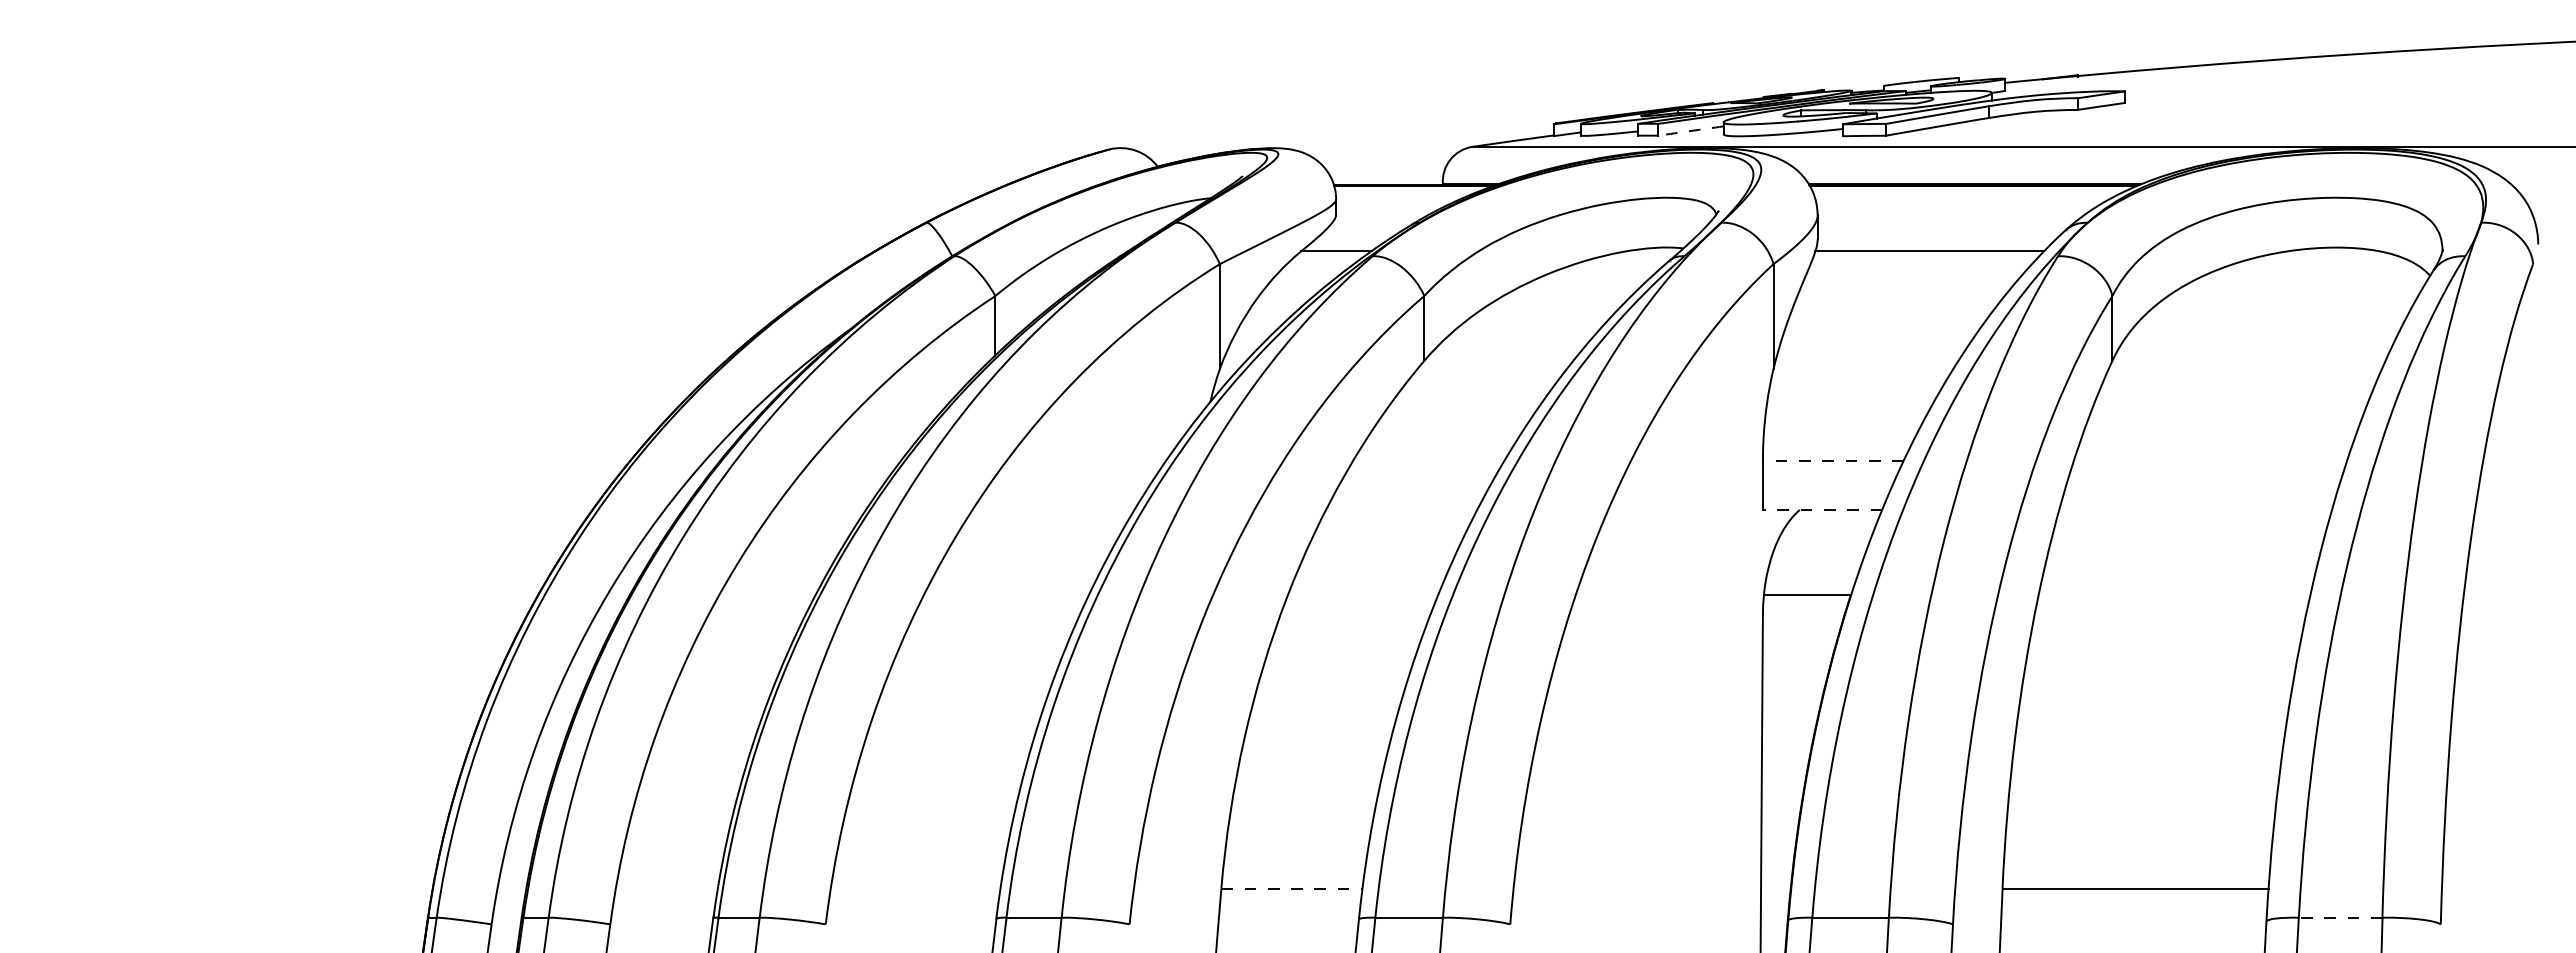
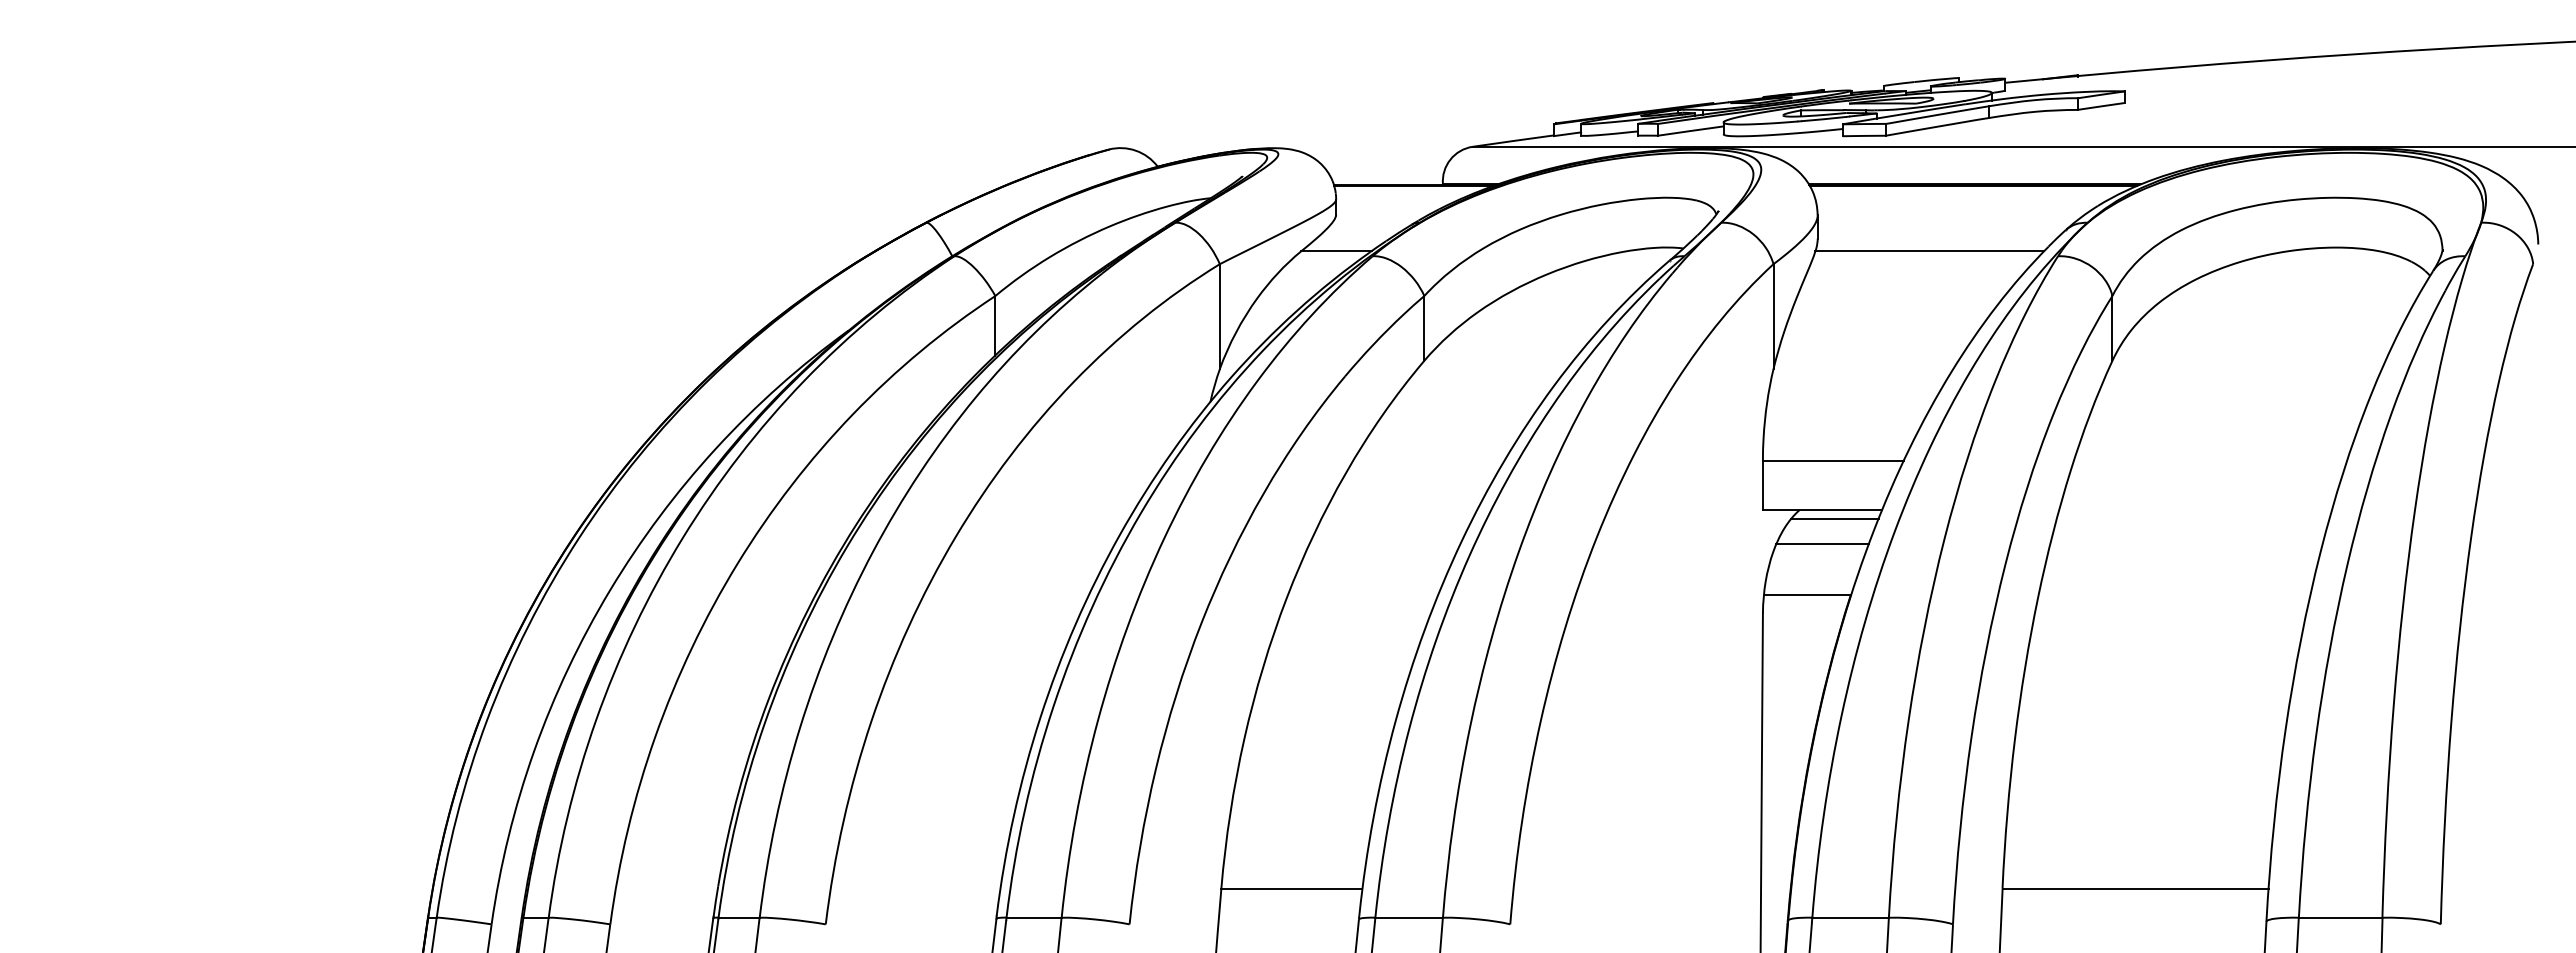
arc at (1690, 130): dashed -> solid
line at (1832, 461): dashed -> solid
line at (1822, 510): dashed -> solid
line at (1834, 518): none -> present
line at (1822, 544): none -> present
line at (1291, 888): dashed -> solid
line at (2340, 917): dashed -> solid
